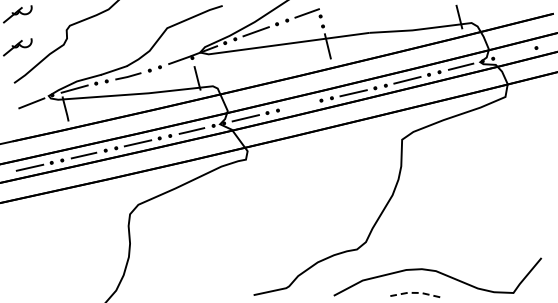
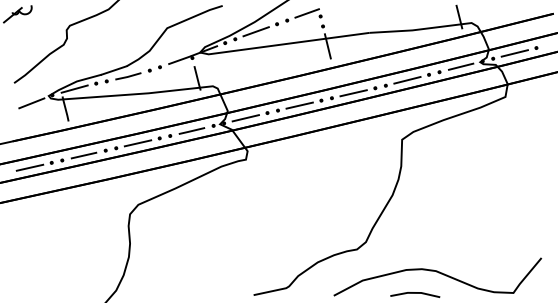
part at (17, 47): present -> none
line at (514, 53): none -> present
line at (299, 105): none -> present
line at (415, 292): dashed -> solid
